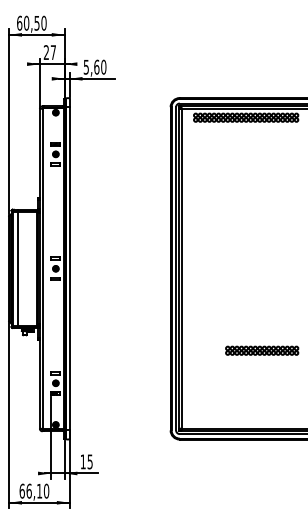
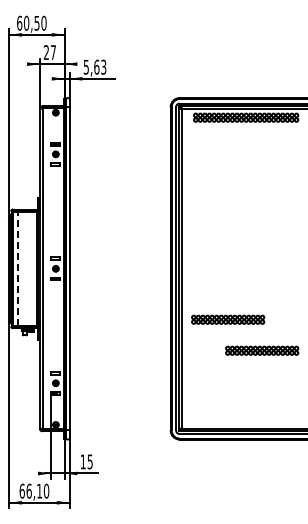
text at (103, 66): 5,60 -> 5,63
line at (17, 268): solid -> dashed
part at (228, 319): none -> present
